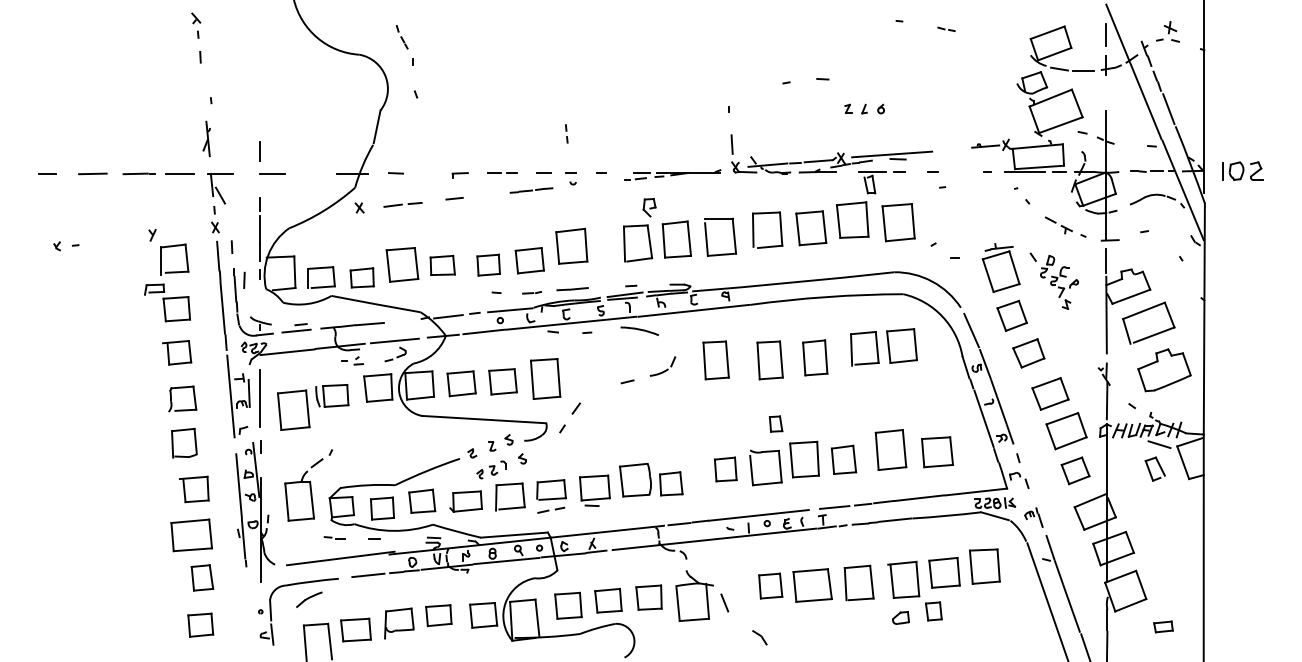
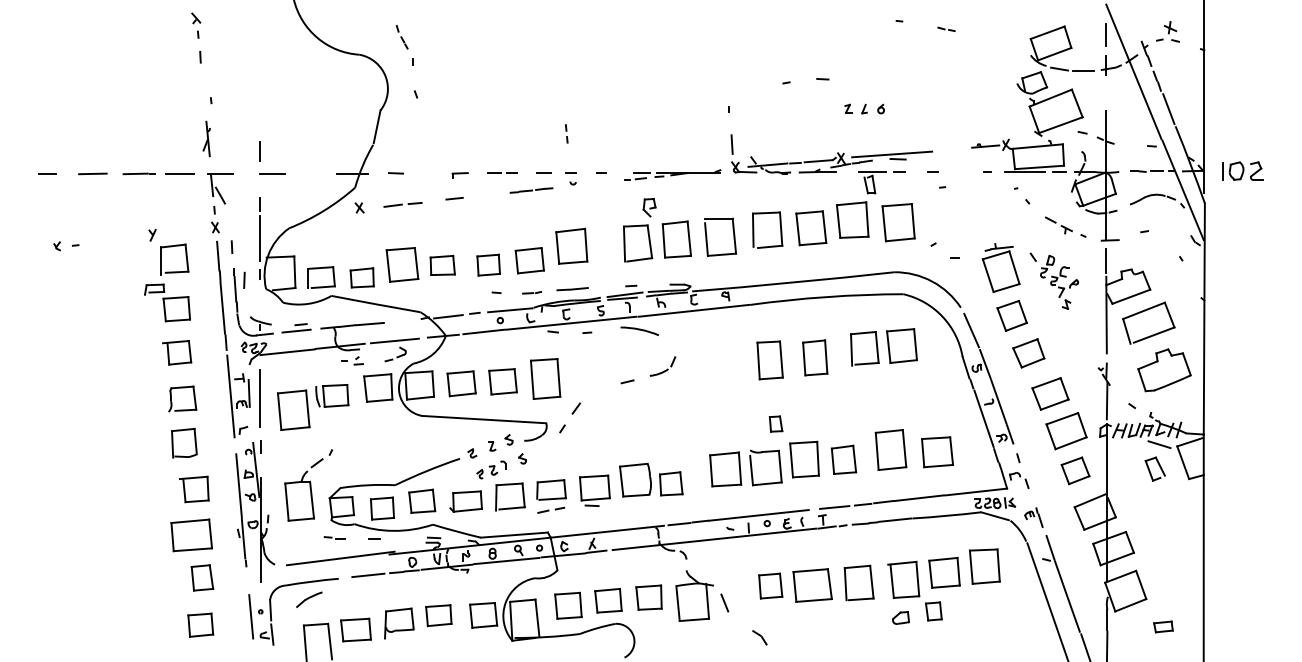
part at (715, 360): present -> none
part at (725, 469) size: 24x27 px -> 34x37 px
line at (251, 616): none -> present
